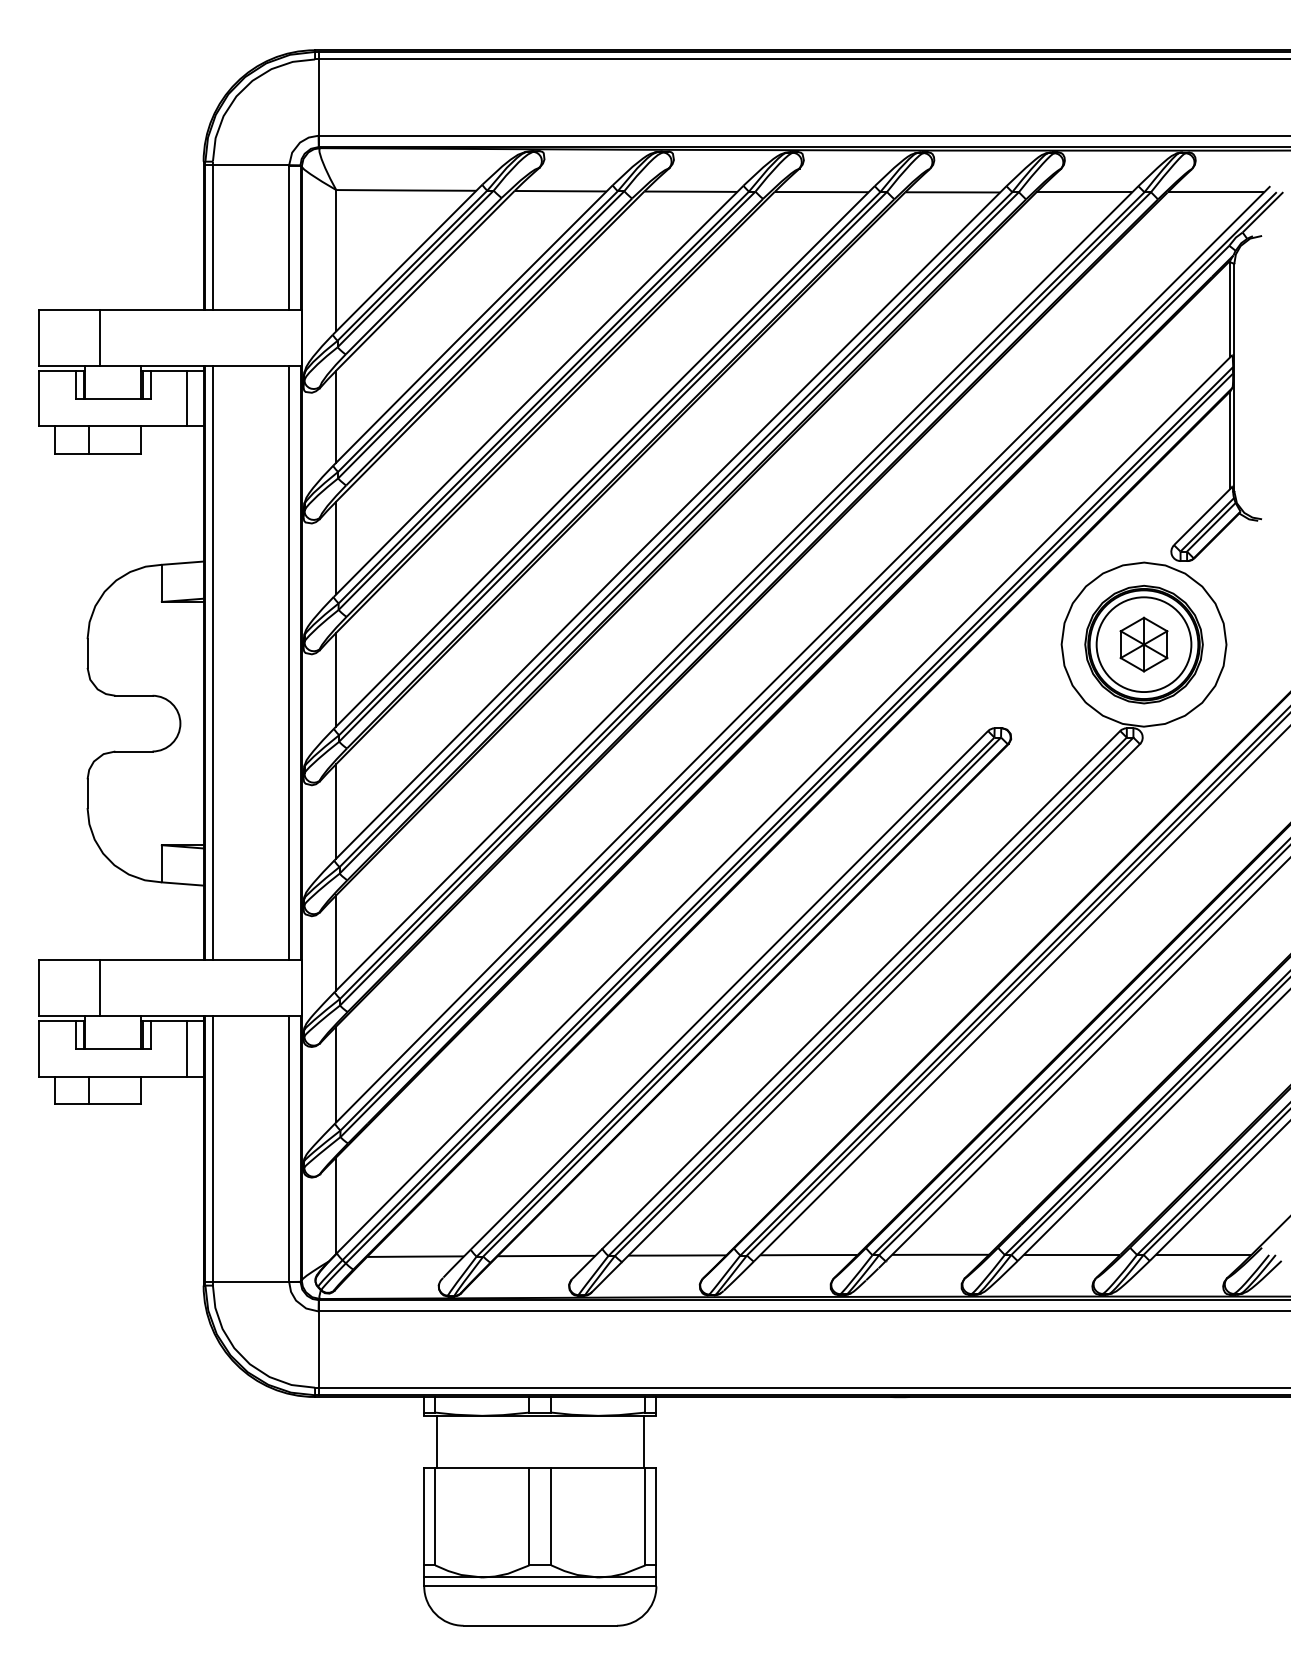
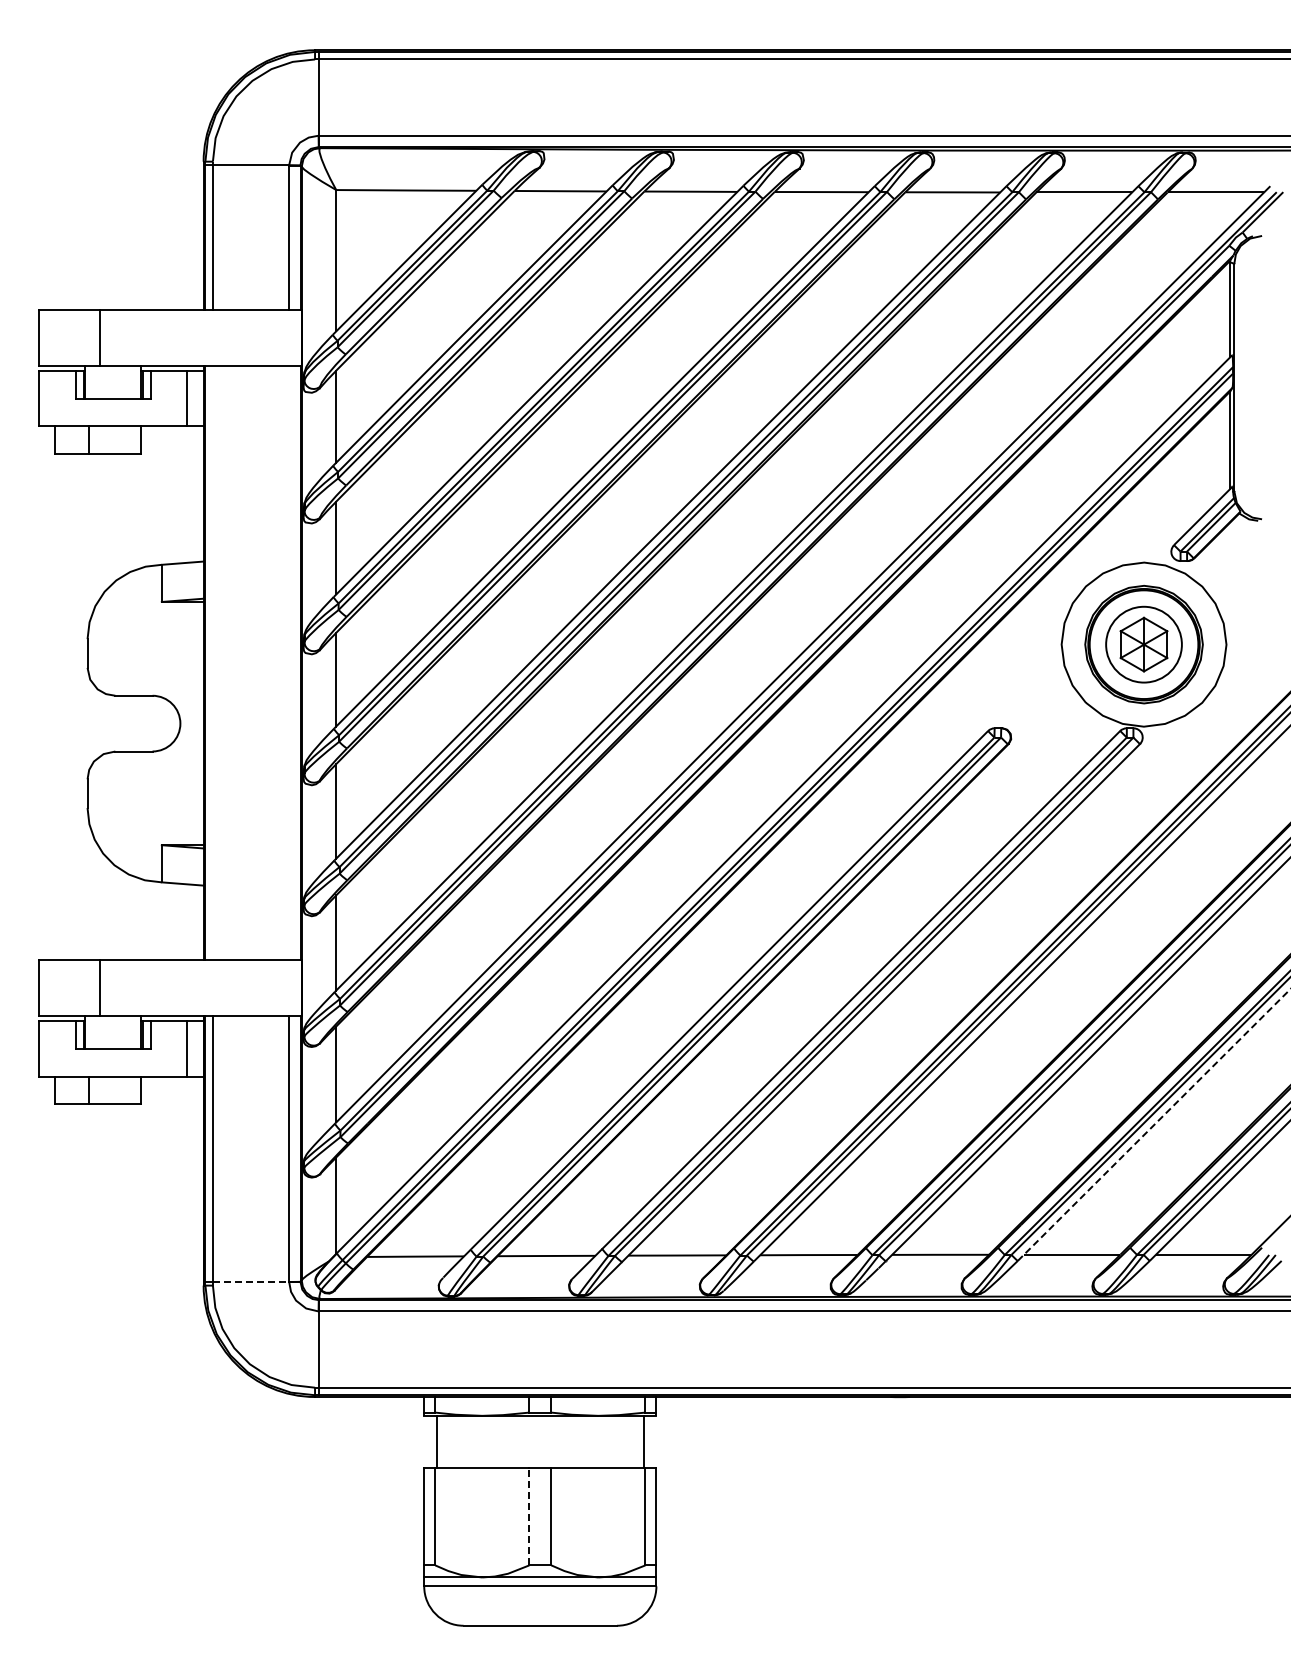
circle at (1143, 644) diameter: 95 px -> 76 px
line at (212, 663): present -> none
line at (289, 663): present -> none
line at (1154, 1124): solid -> dashed
line at (251, 1282): solid -> dashed
line at (529, 1516): solid -> dashed
